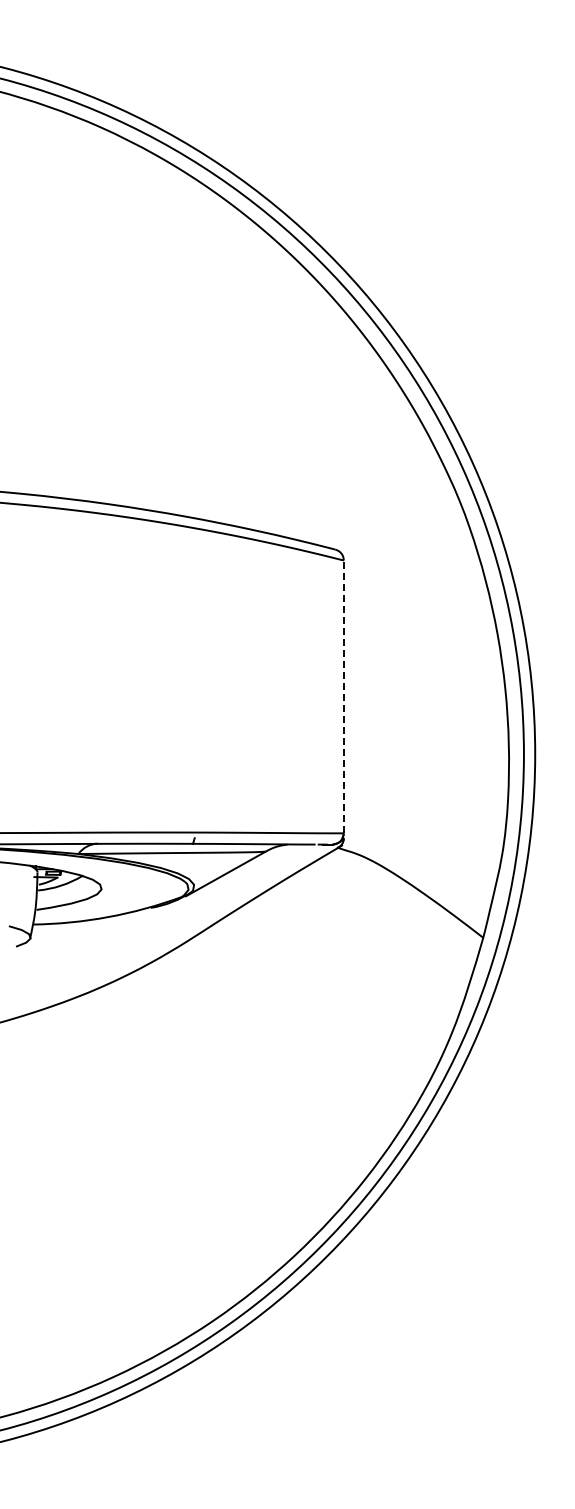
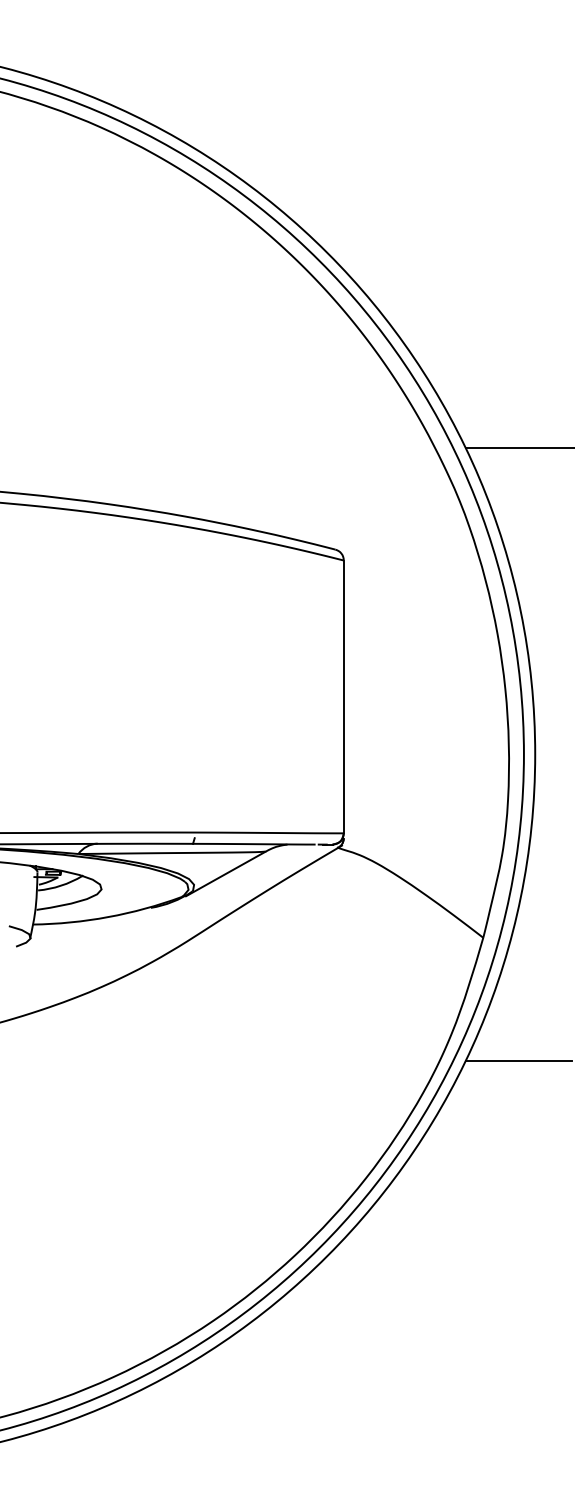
line at (518, 448): none -> present
line at (343, 696): dashed -> solid
line at (518, 1060): none -> present
